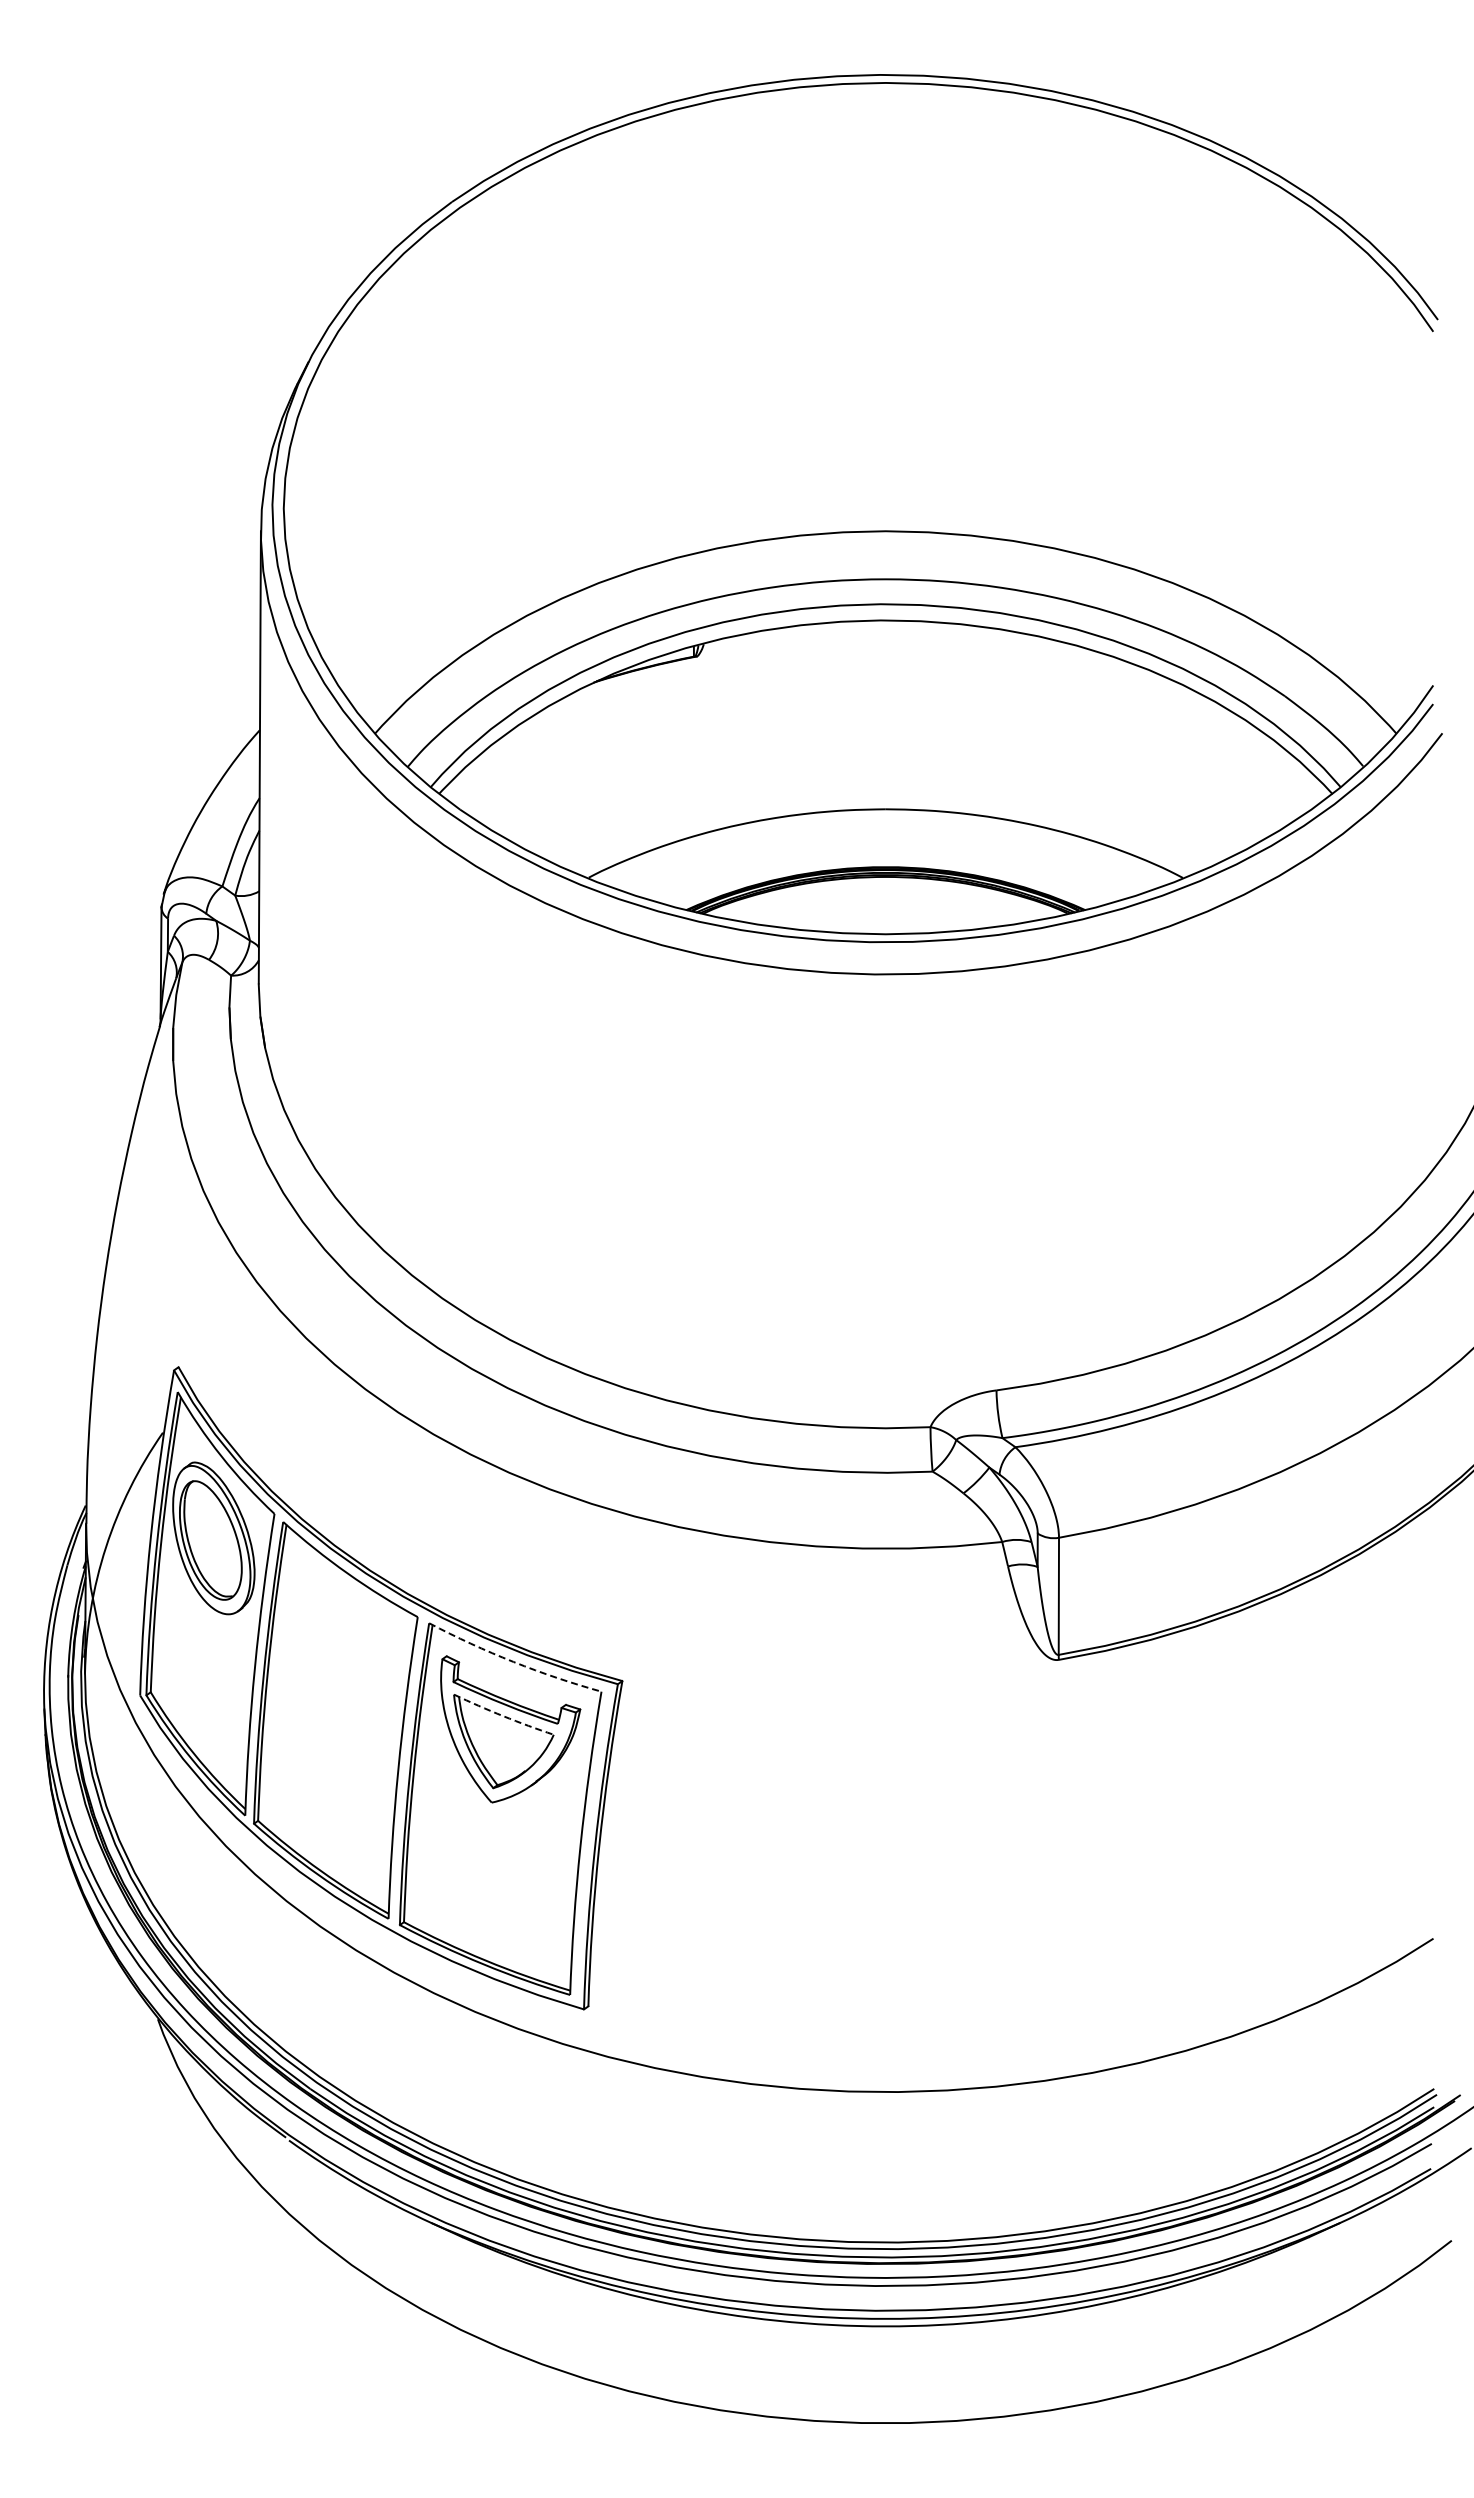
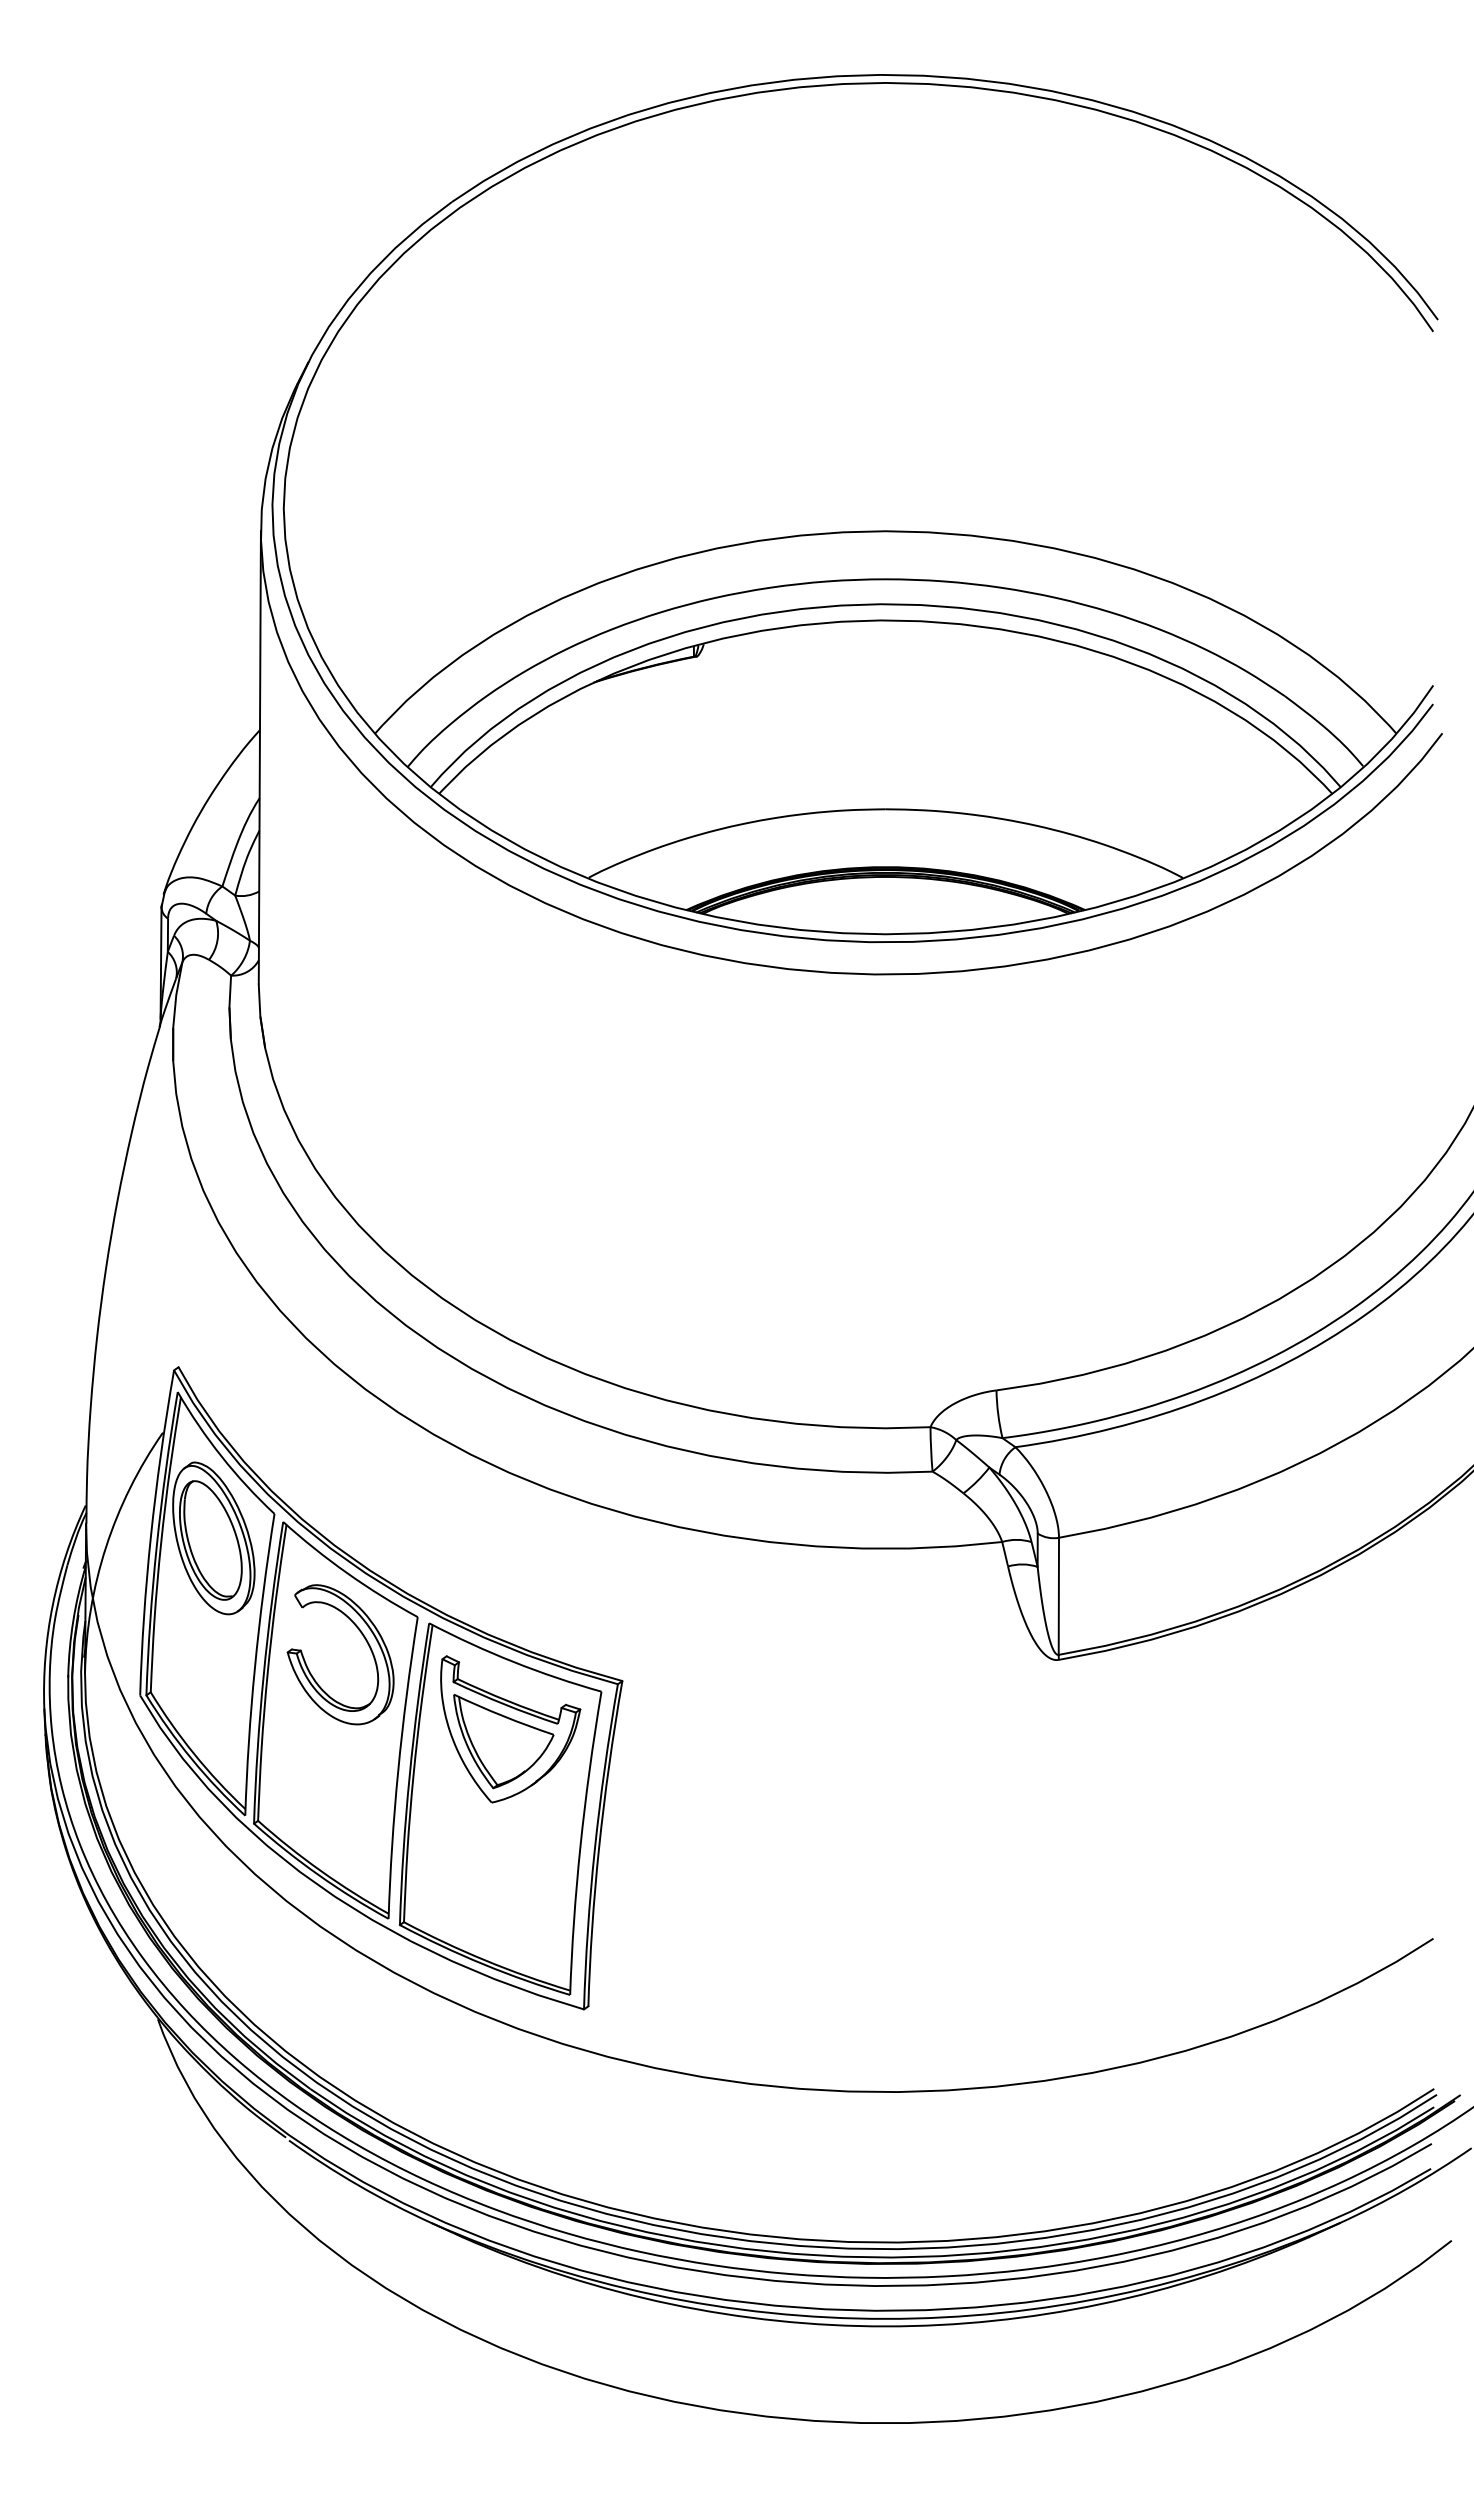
part at (363, 1637): none -> present
arc at (513, 1661): dashed -> solid
arc at (503, 1716): dashed -> solid
